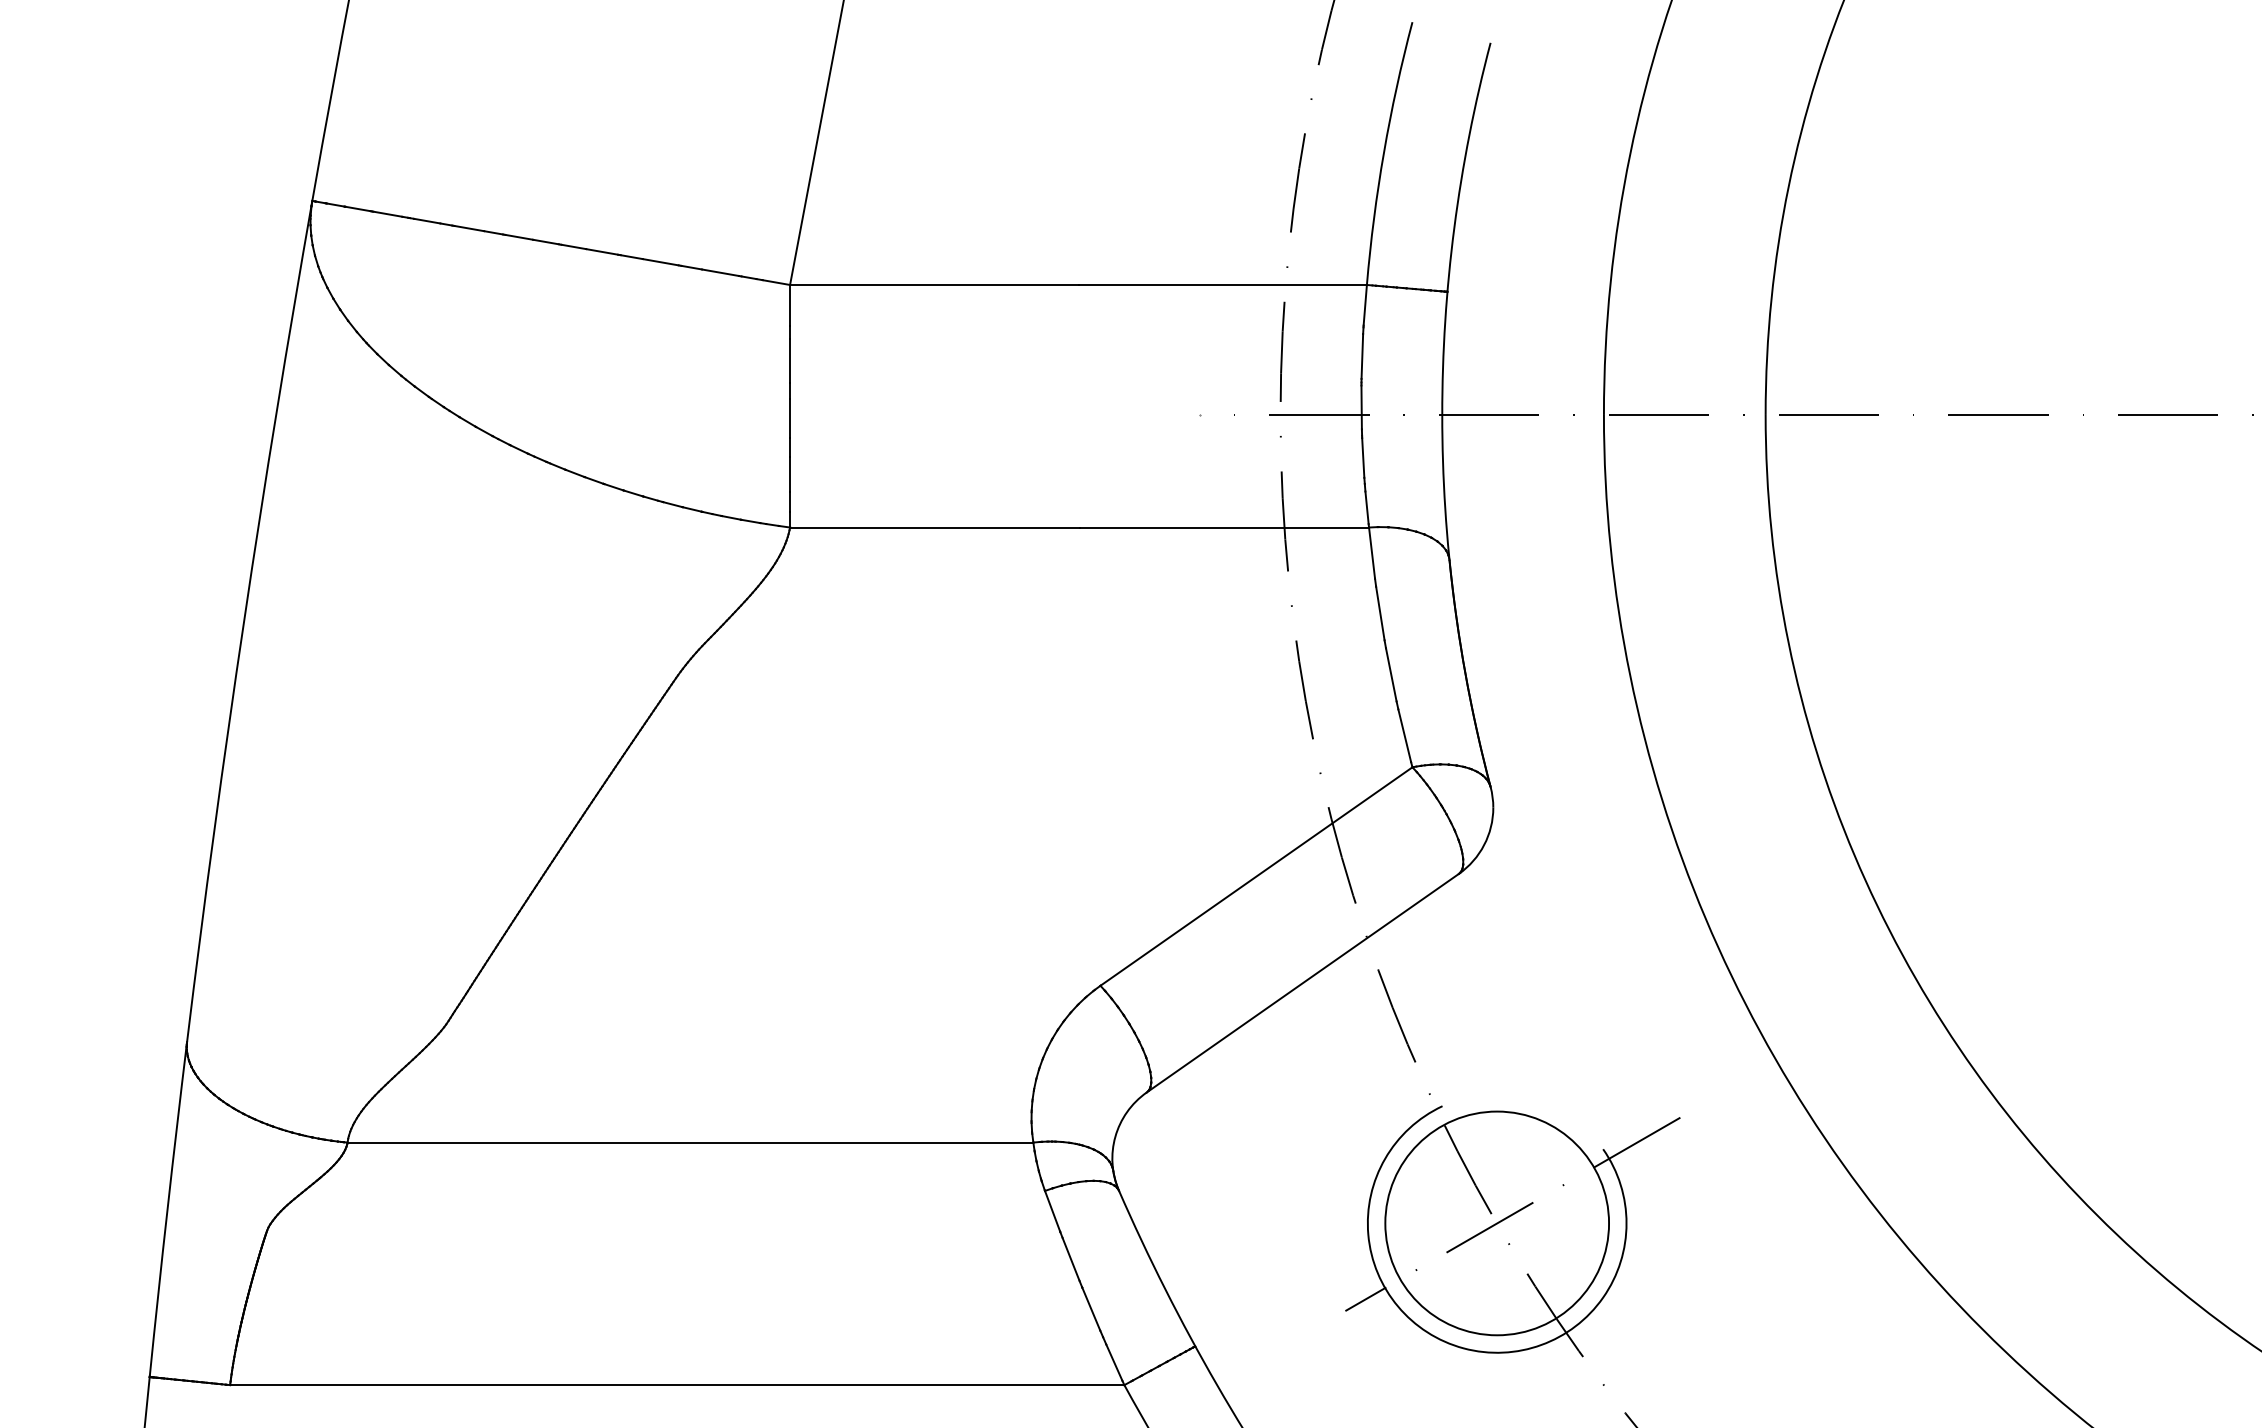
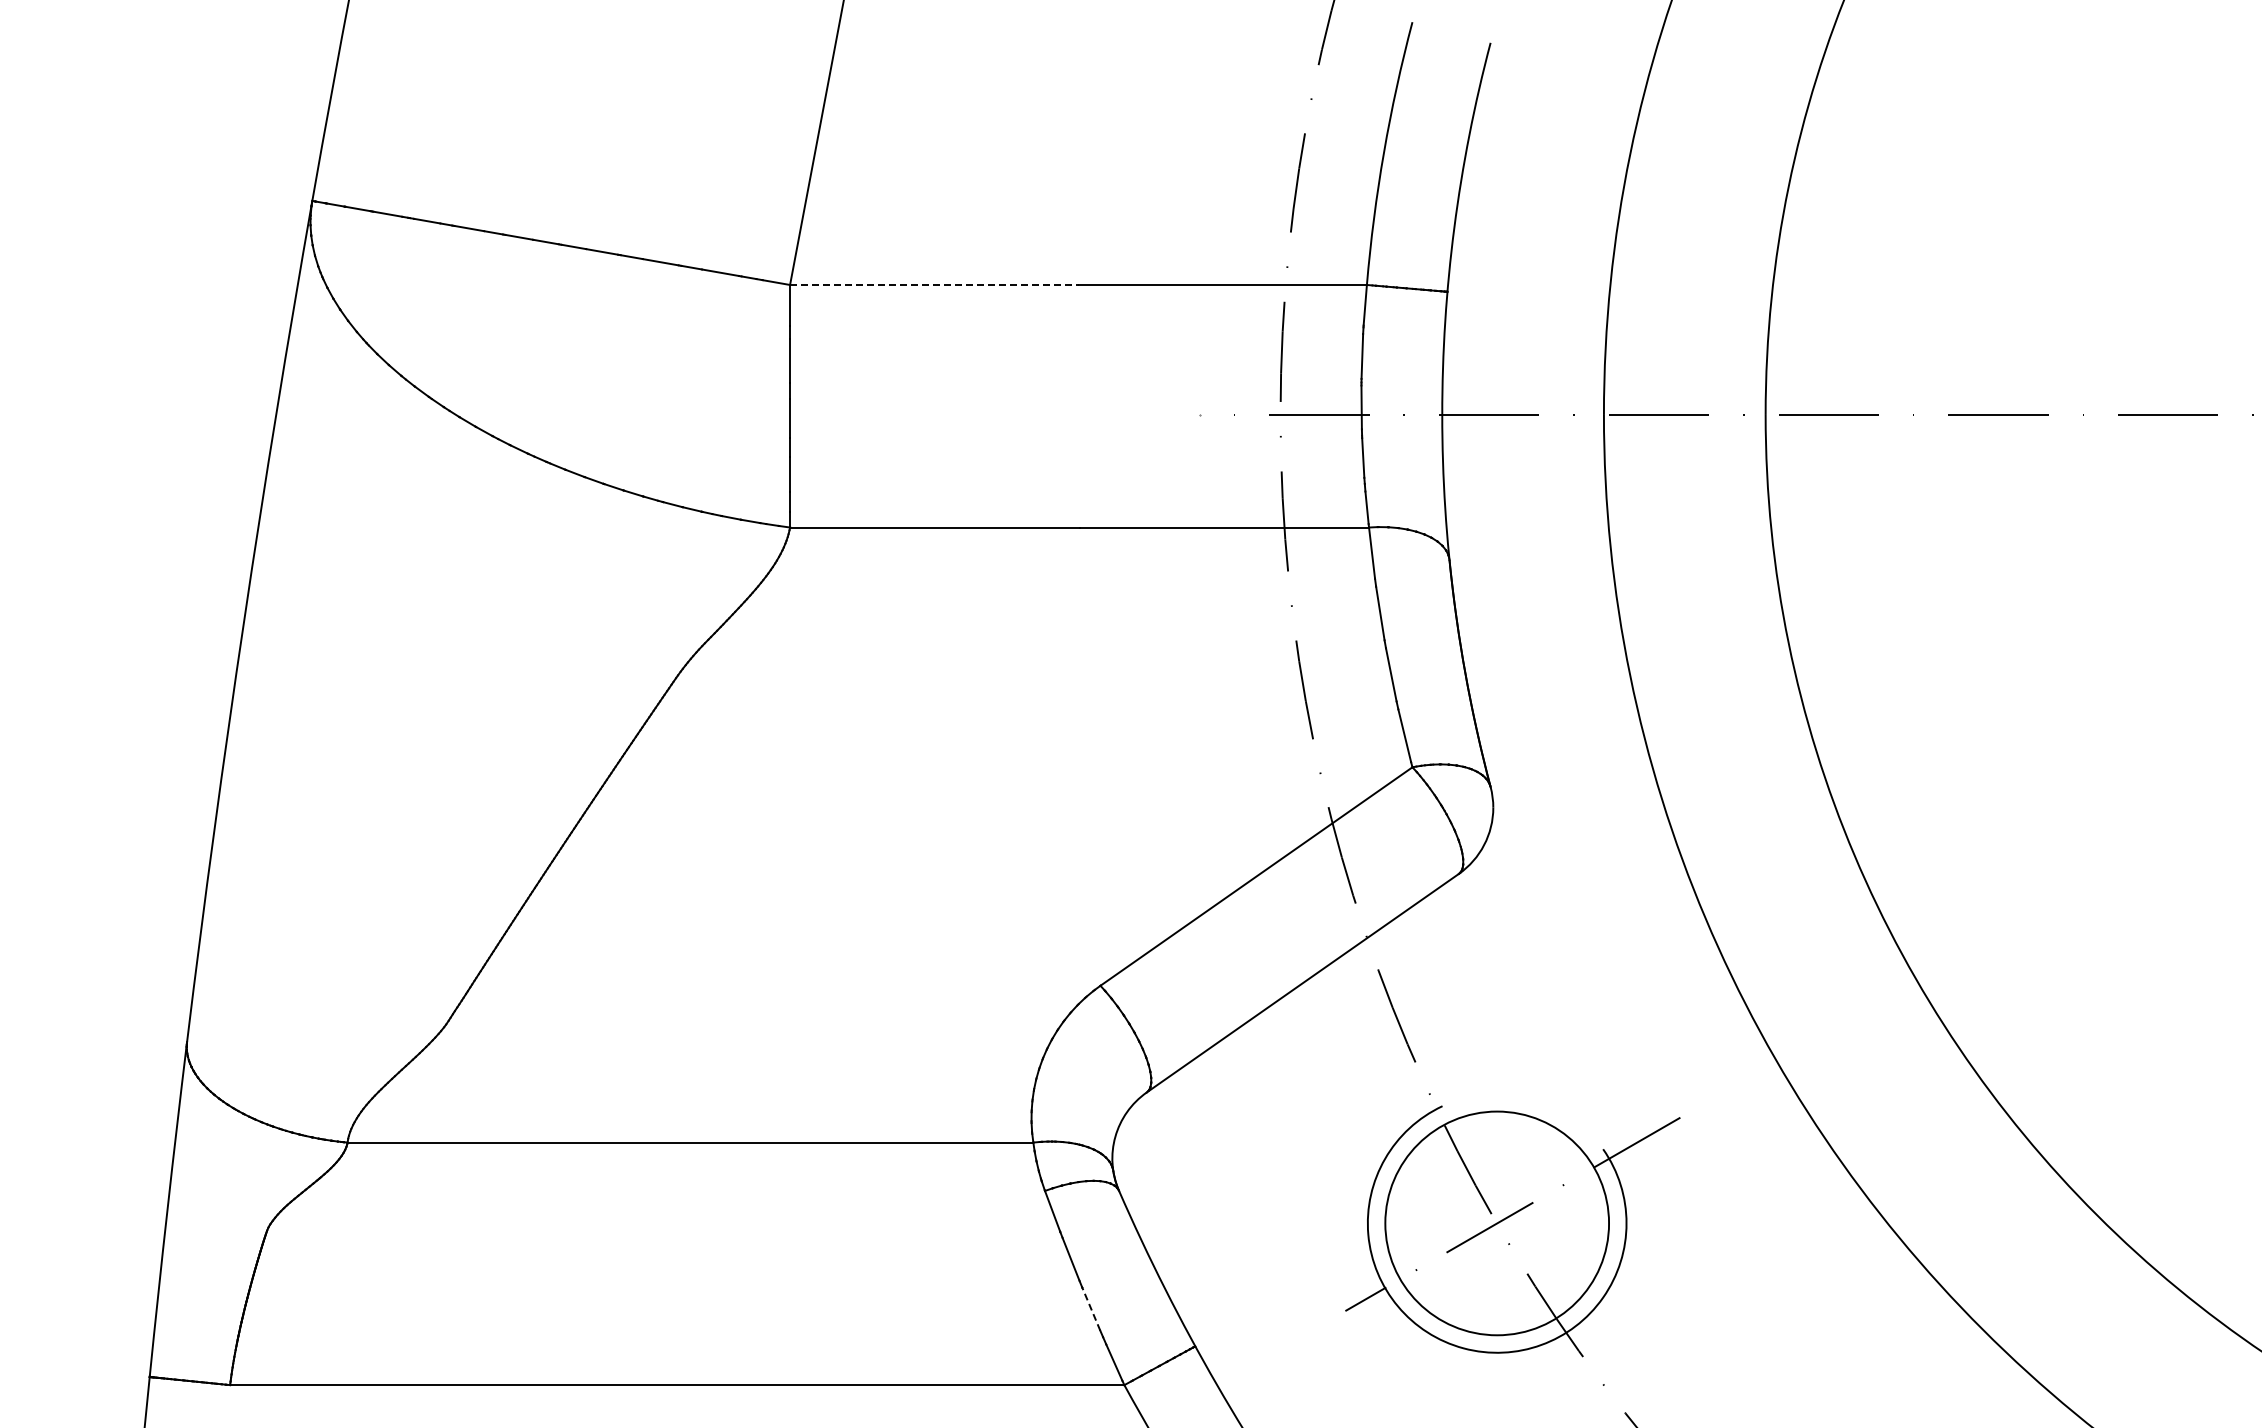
line at (934, 284): solid -> dashed
line at (1091, 1308): solid -> dashed
